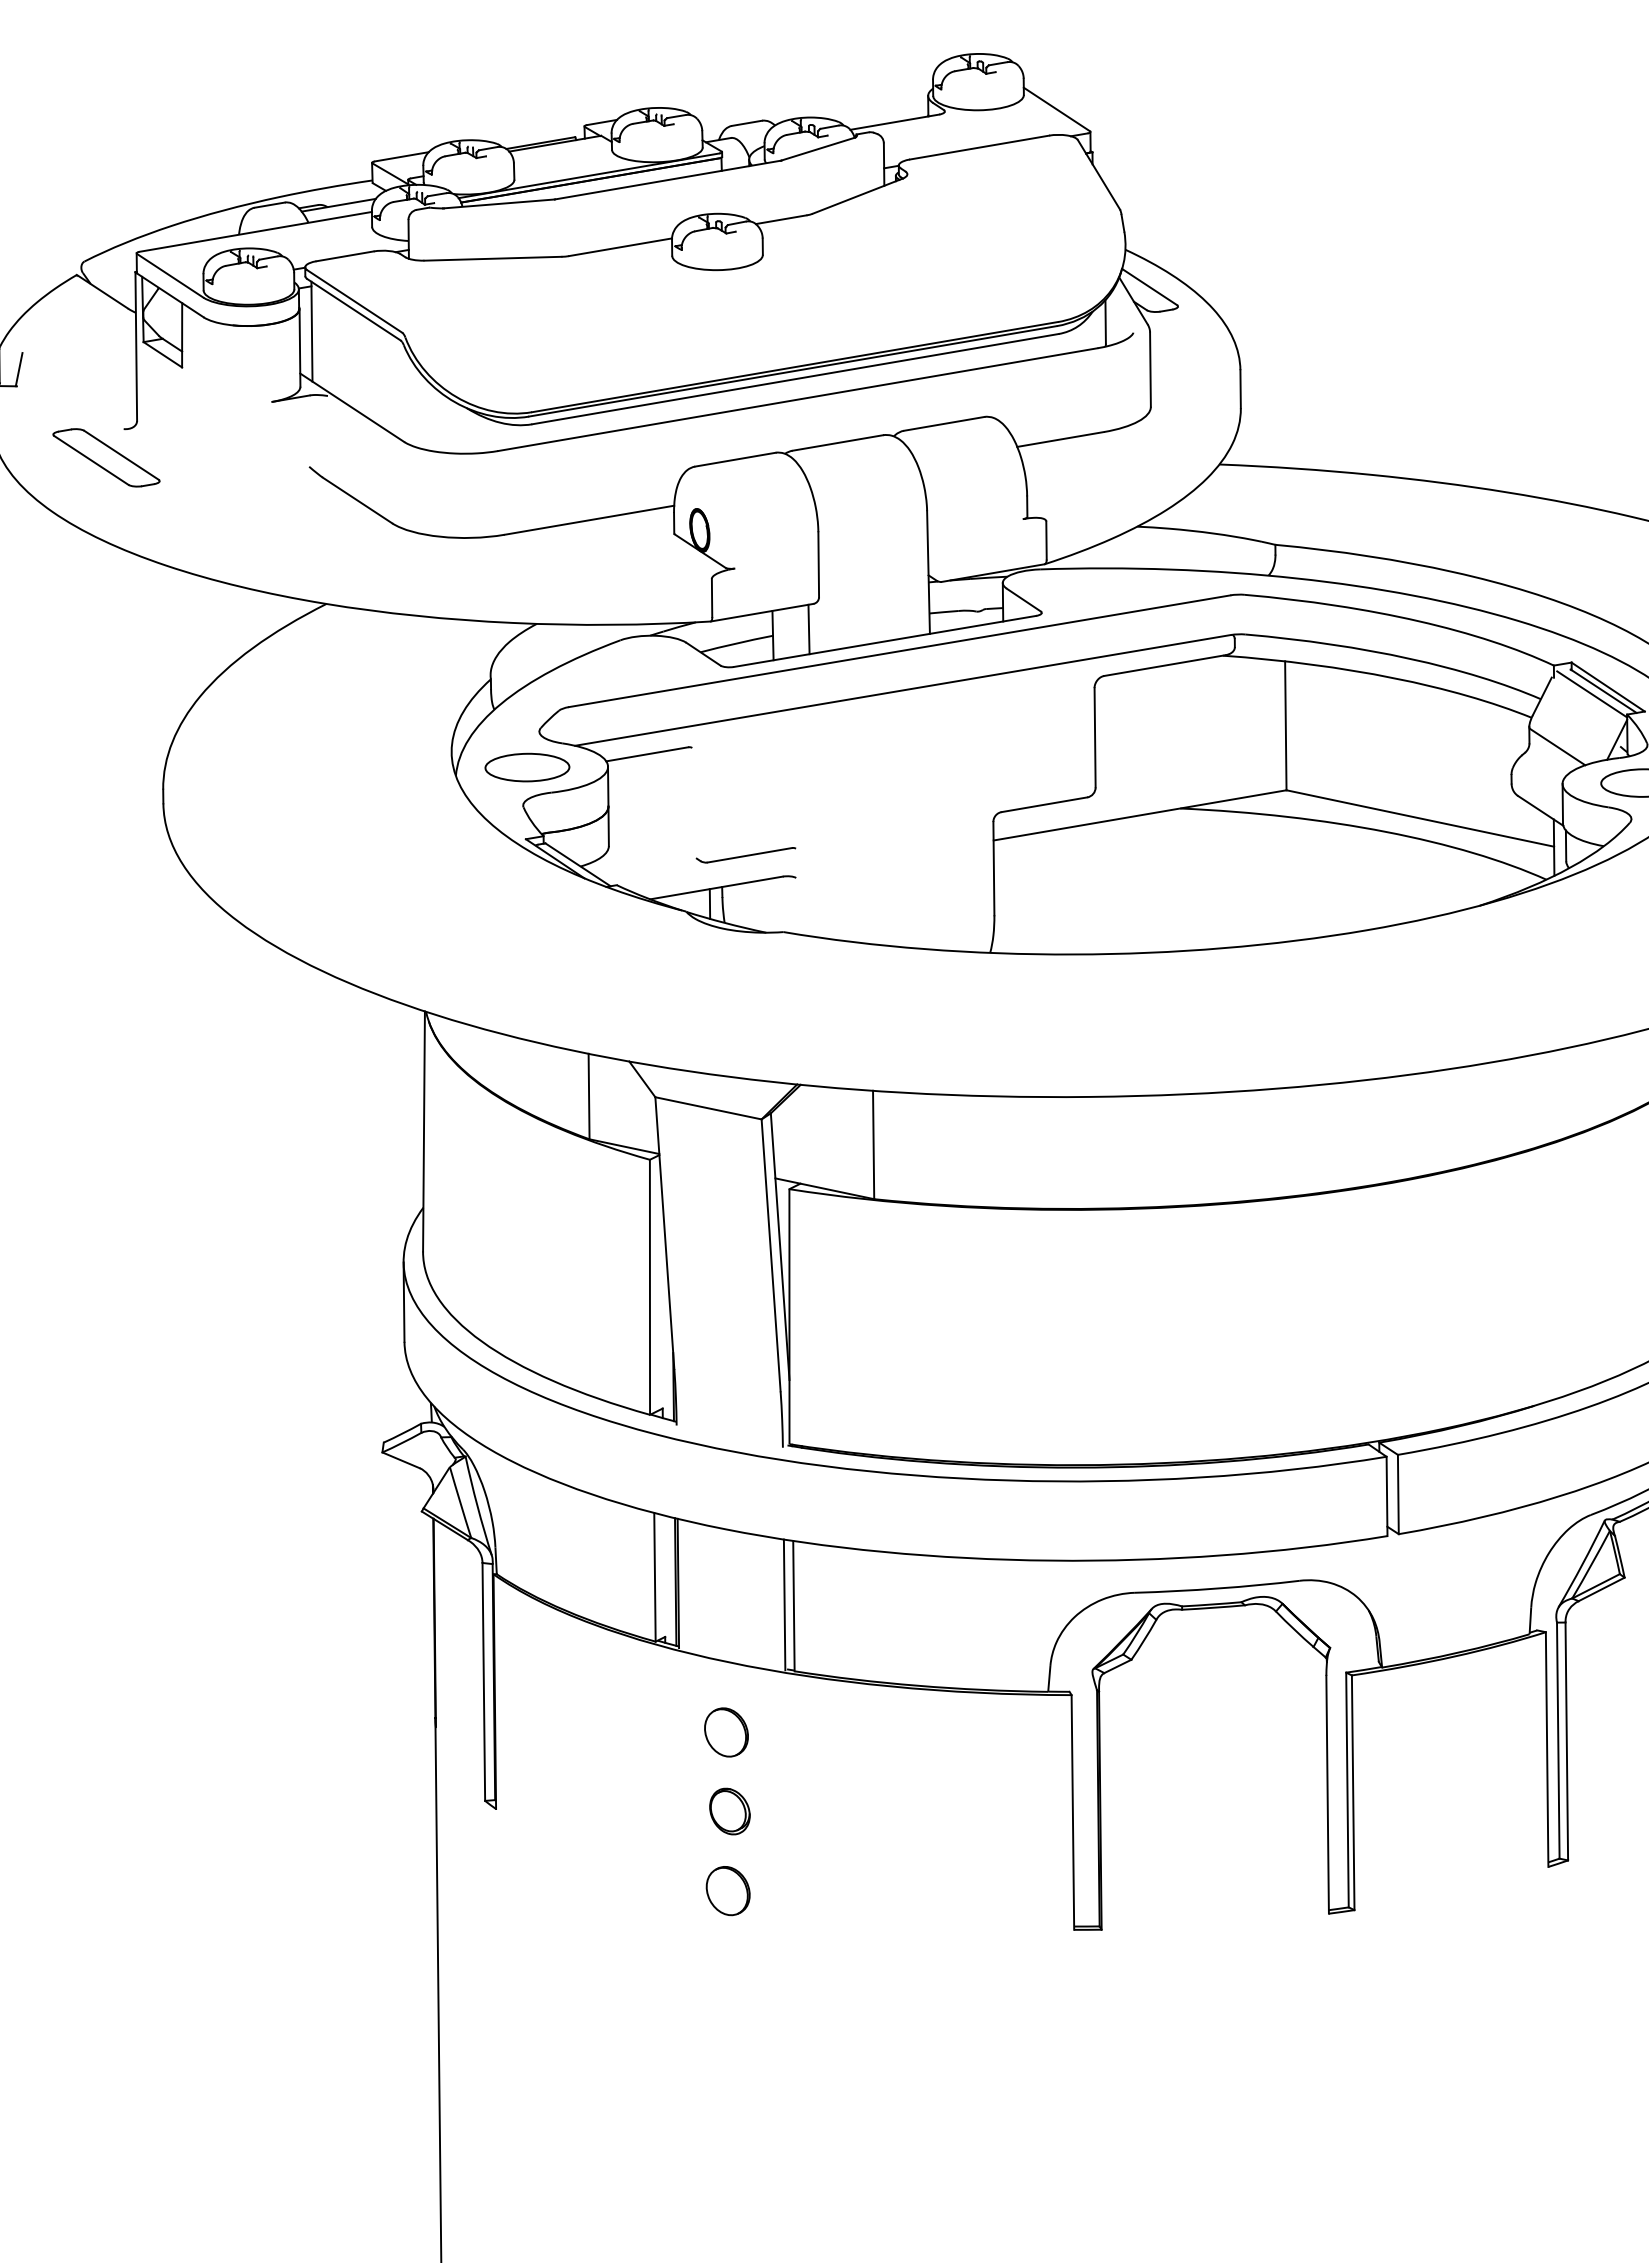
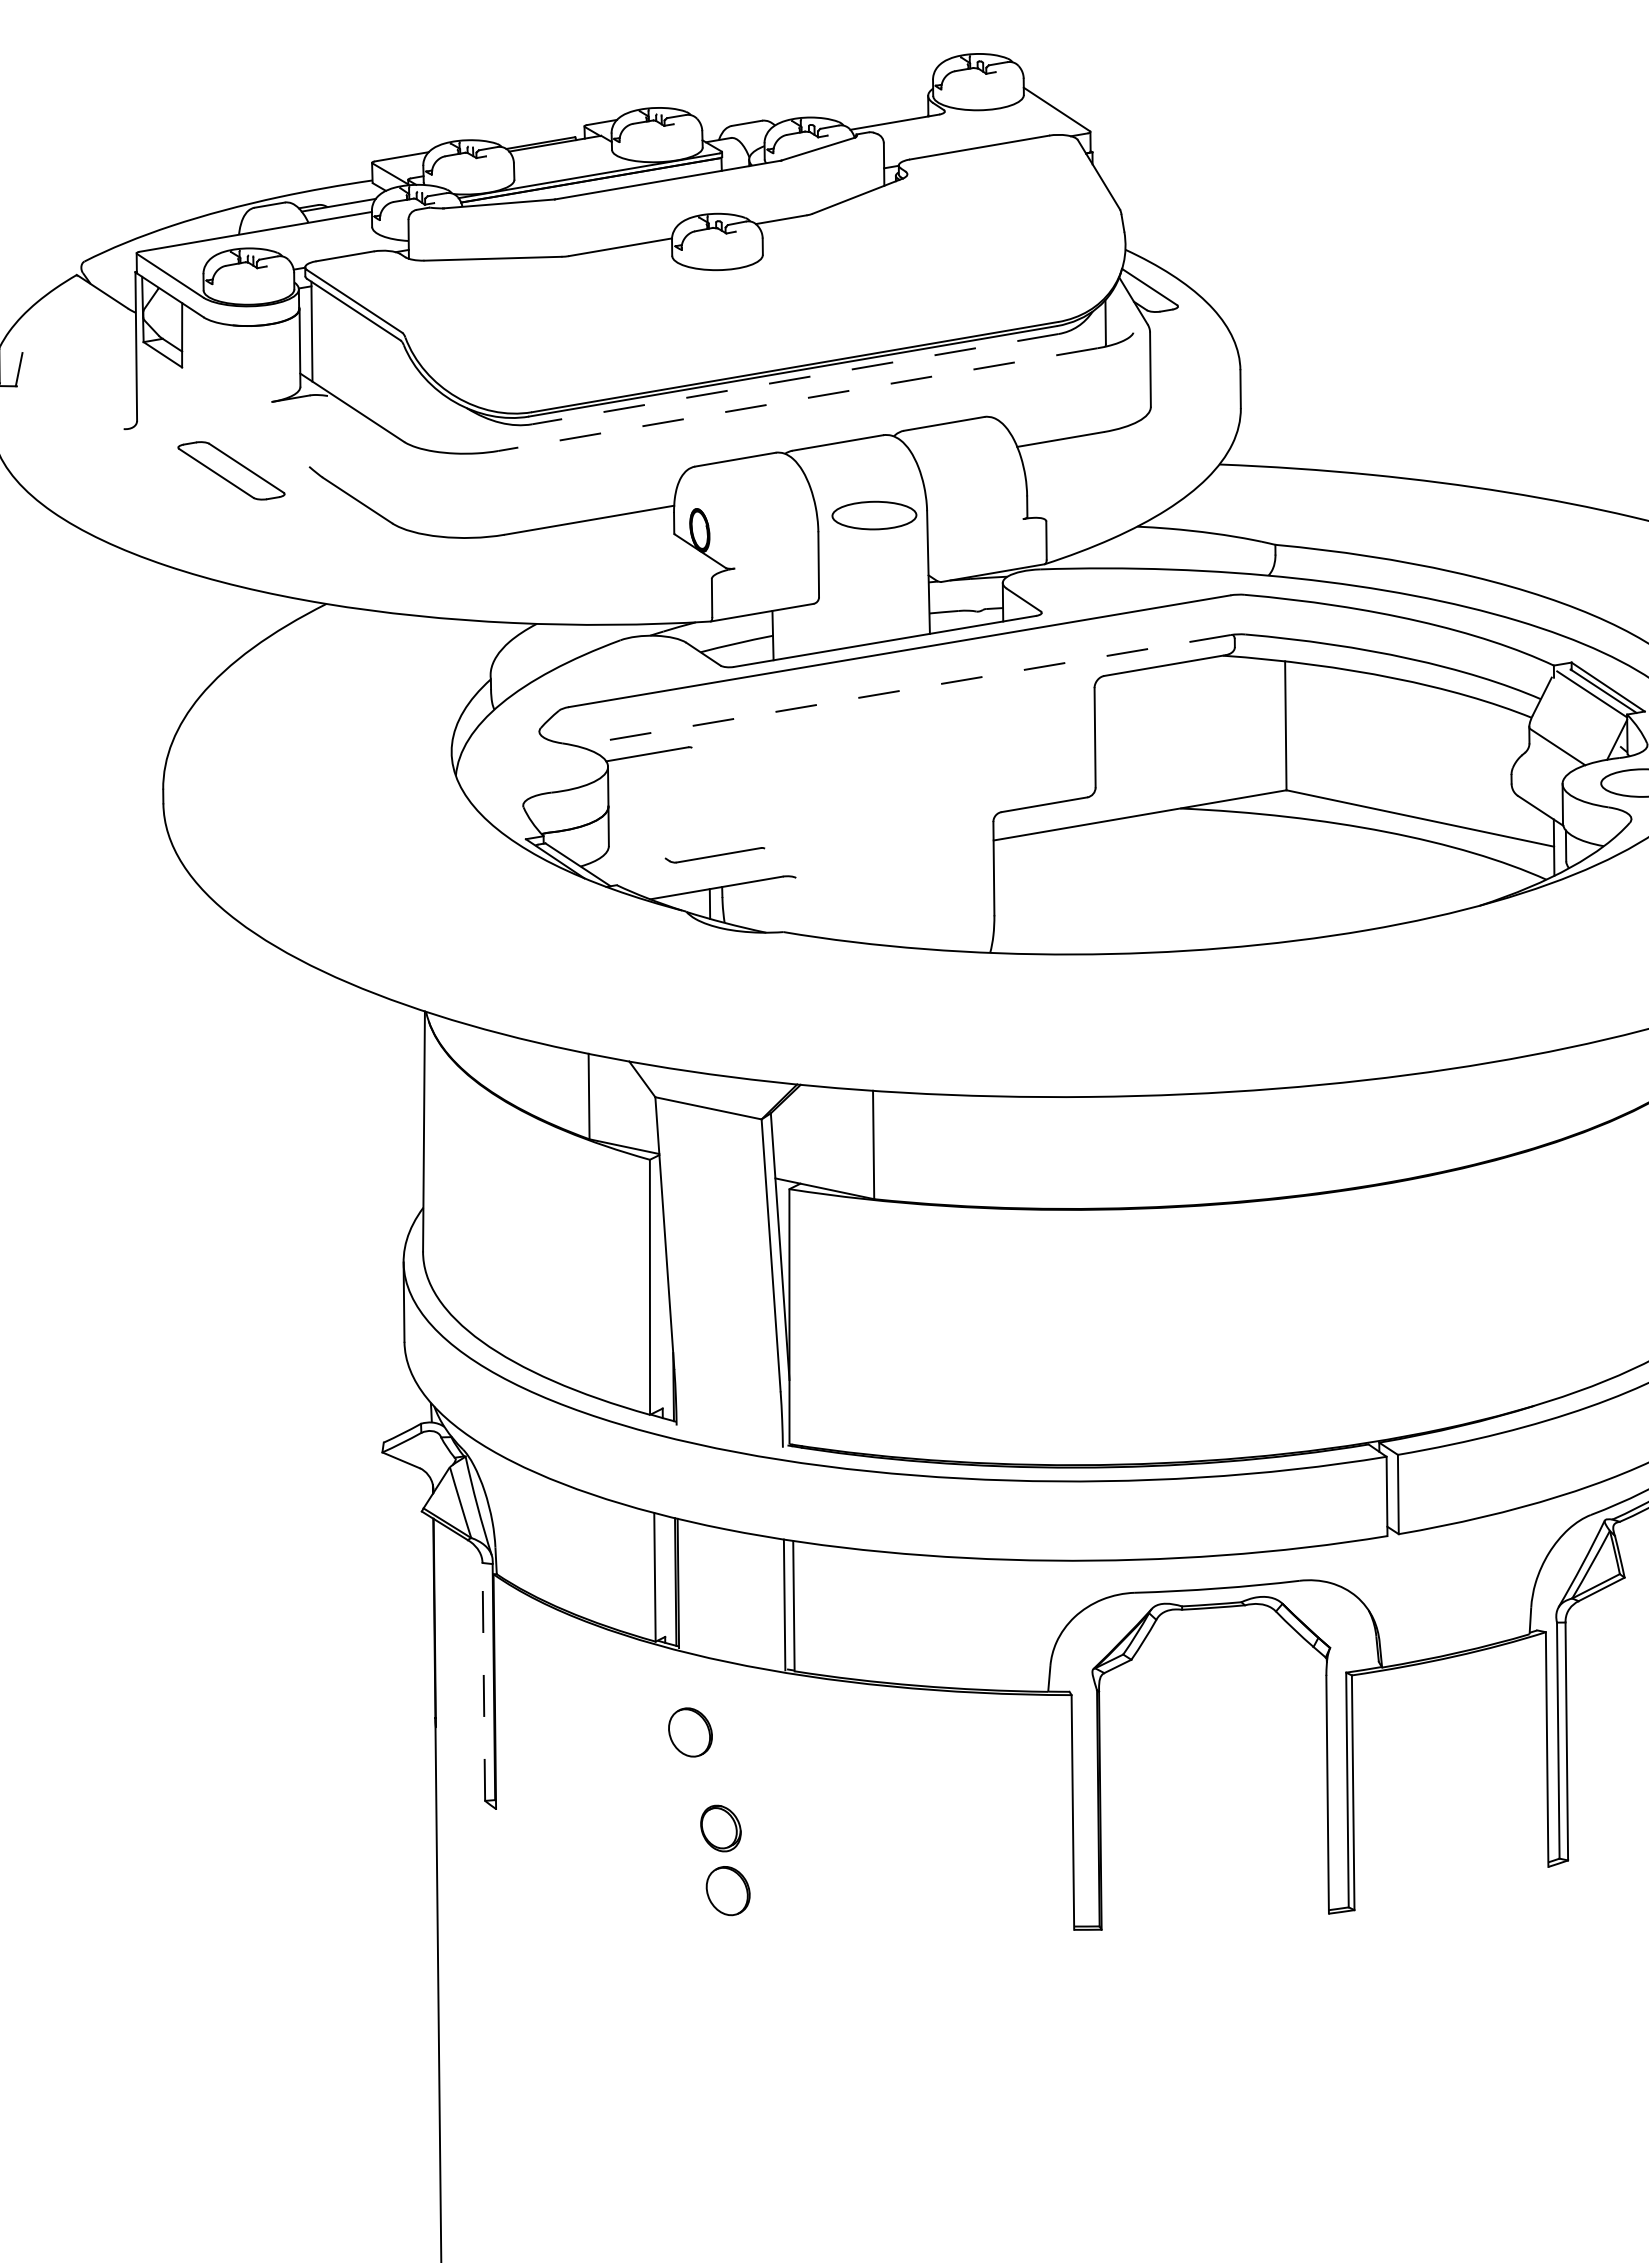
line at (794, 379): solid -> dashed
line at (797, 399): solid -> dashed
part at (106, 457) position: (106, 457) -> (231, 470)
line at (808, 629): present -> none
line at (902, 690): solid -> dashed
part at (527, 767) position: (527, 767) -> (874, 515)
part at (745, 855) position: (745, 855) -> (714, 855)
line at (483, 1681): solid -> dashed
part at (726, 1732) position: (726, 1732) -> (690, 1732)
part at (729, 1811) position: (729, 1811) -> (720, 1828)
